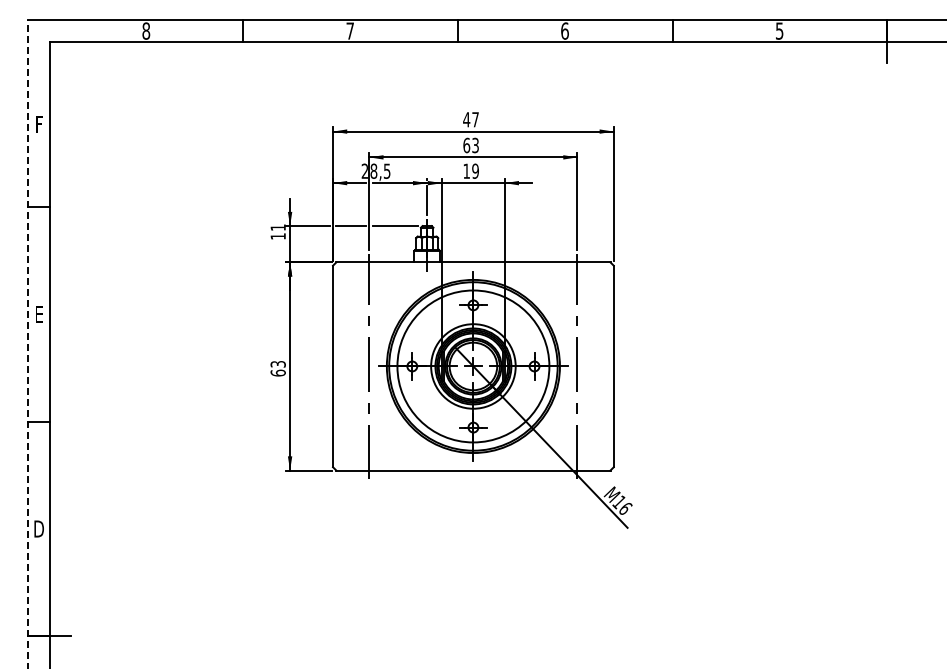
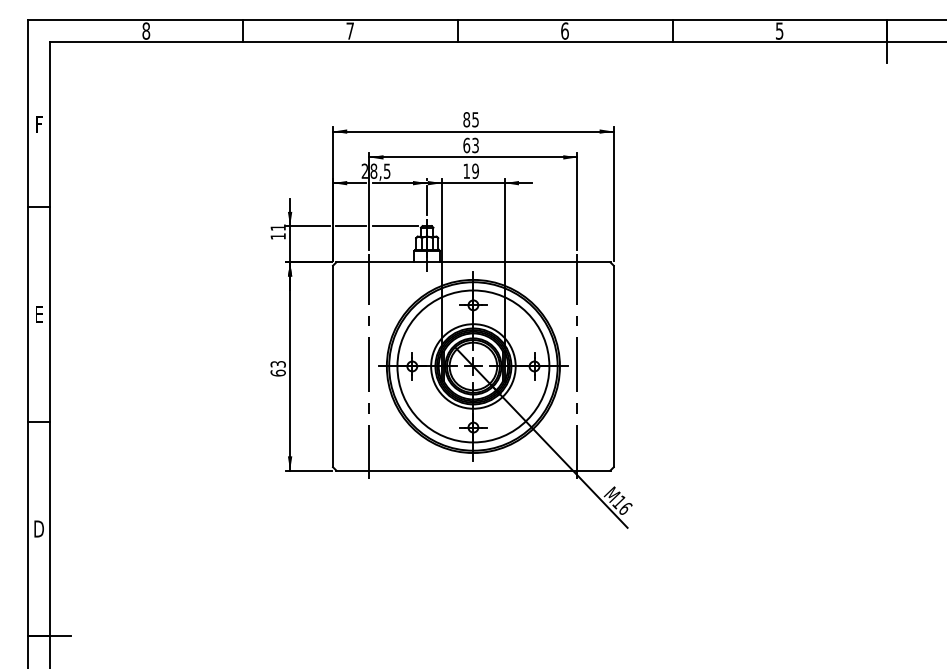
text at (470, 119): 47 -> 85
line at (28, 344): dashed -> solid
